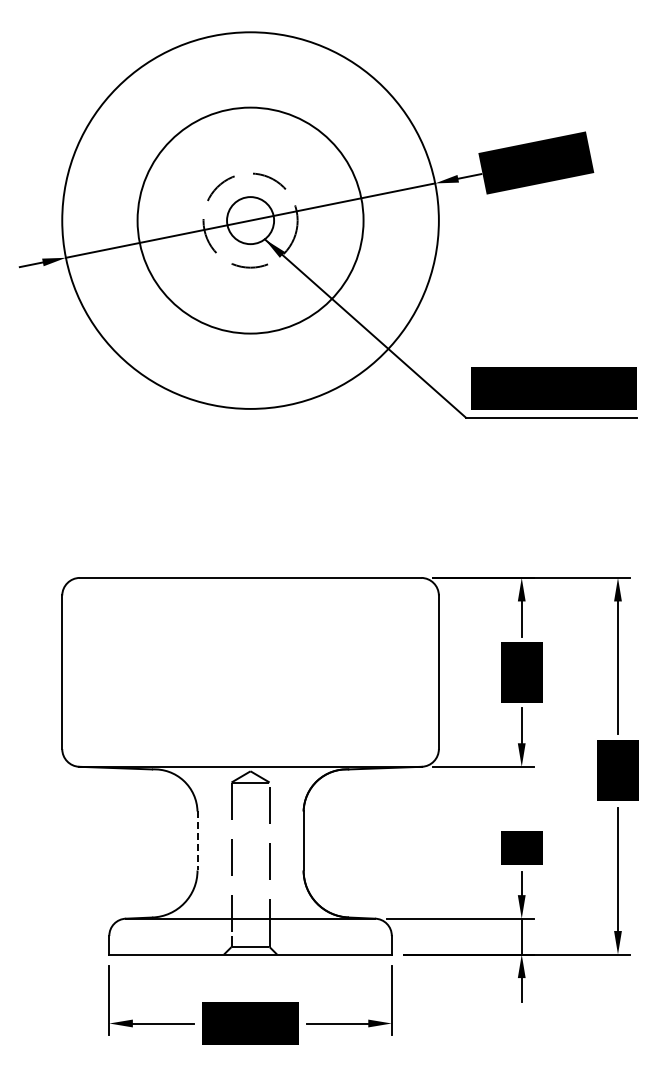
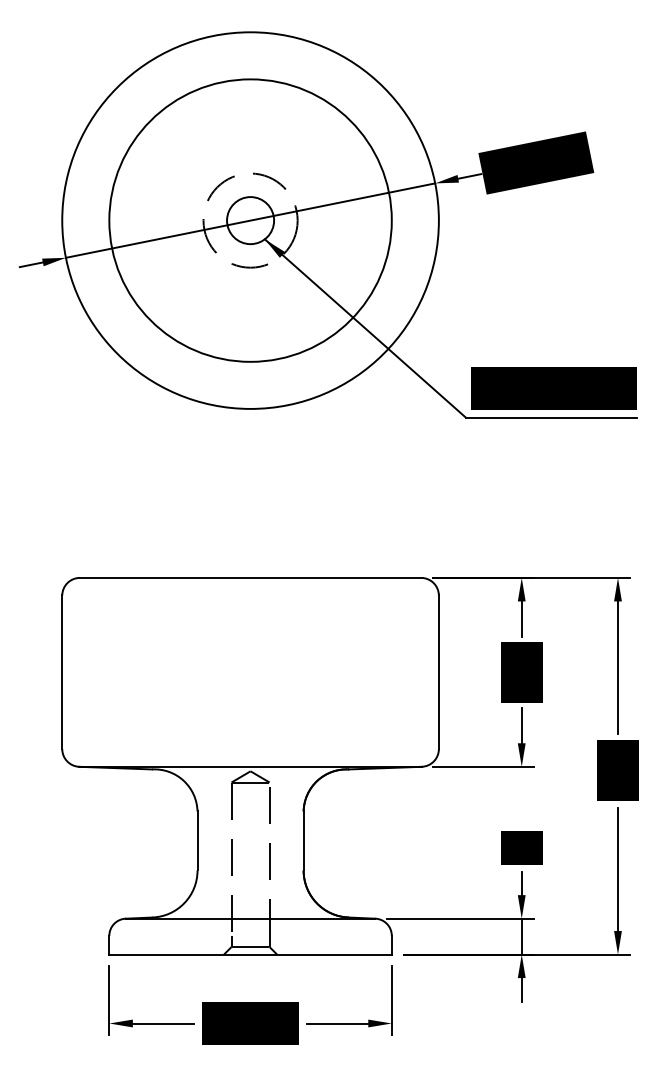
circle at (250, 220) diameter: 226 px -> 282 px
line at (197, 840): dashed -> solid
